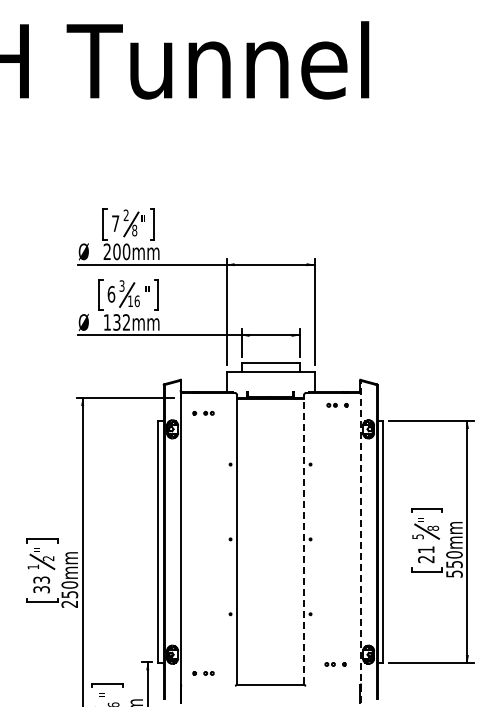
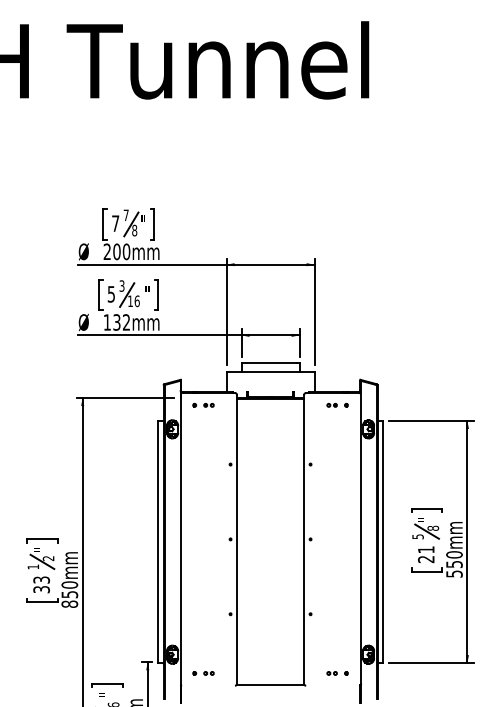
text at (125, 214): 2 -> 7
text at (111, 294): 6 -> 5
line at (203, 413) position: (203, 413) -> (203, 405)
line at (303, 538): dashed -> solid
line at (360, 541): dashed -> solid
text at (69, 603): 250mm -> 850mm
line at (335, 664) position: (335, 664) -> (337, 673)
